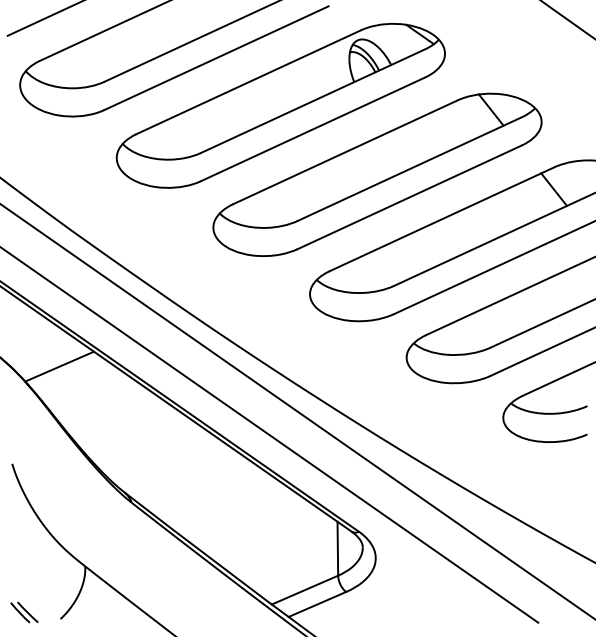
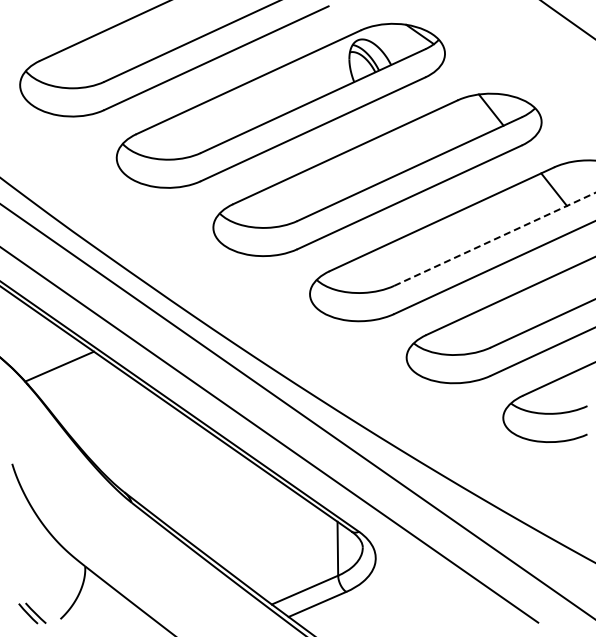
line at (43, 18): present -> none
line at (495, 239): solid -> dashed
part at (24, 612) position: (24, 612) -> (32, 613)
